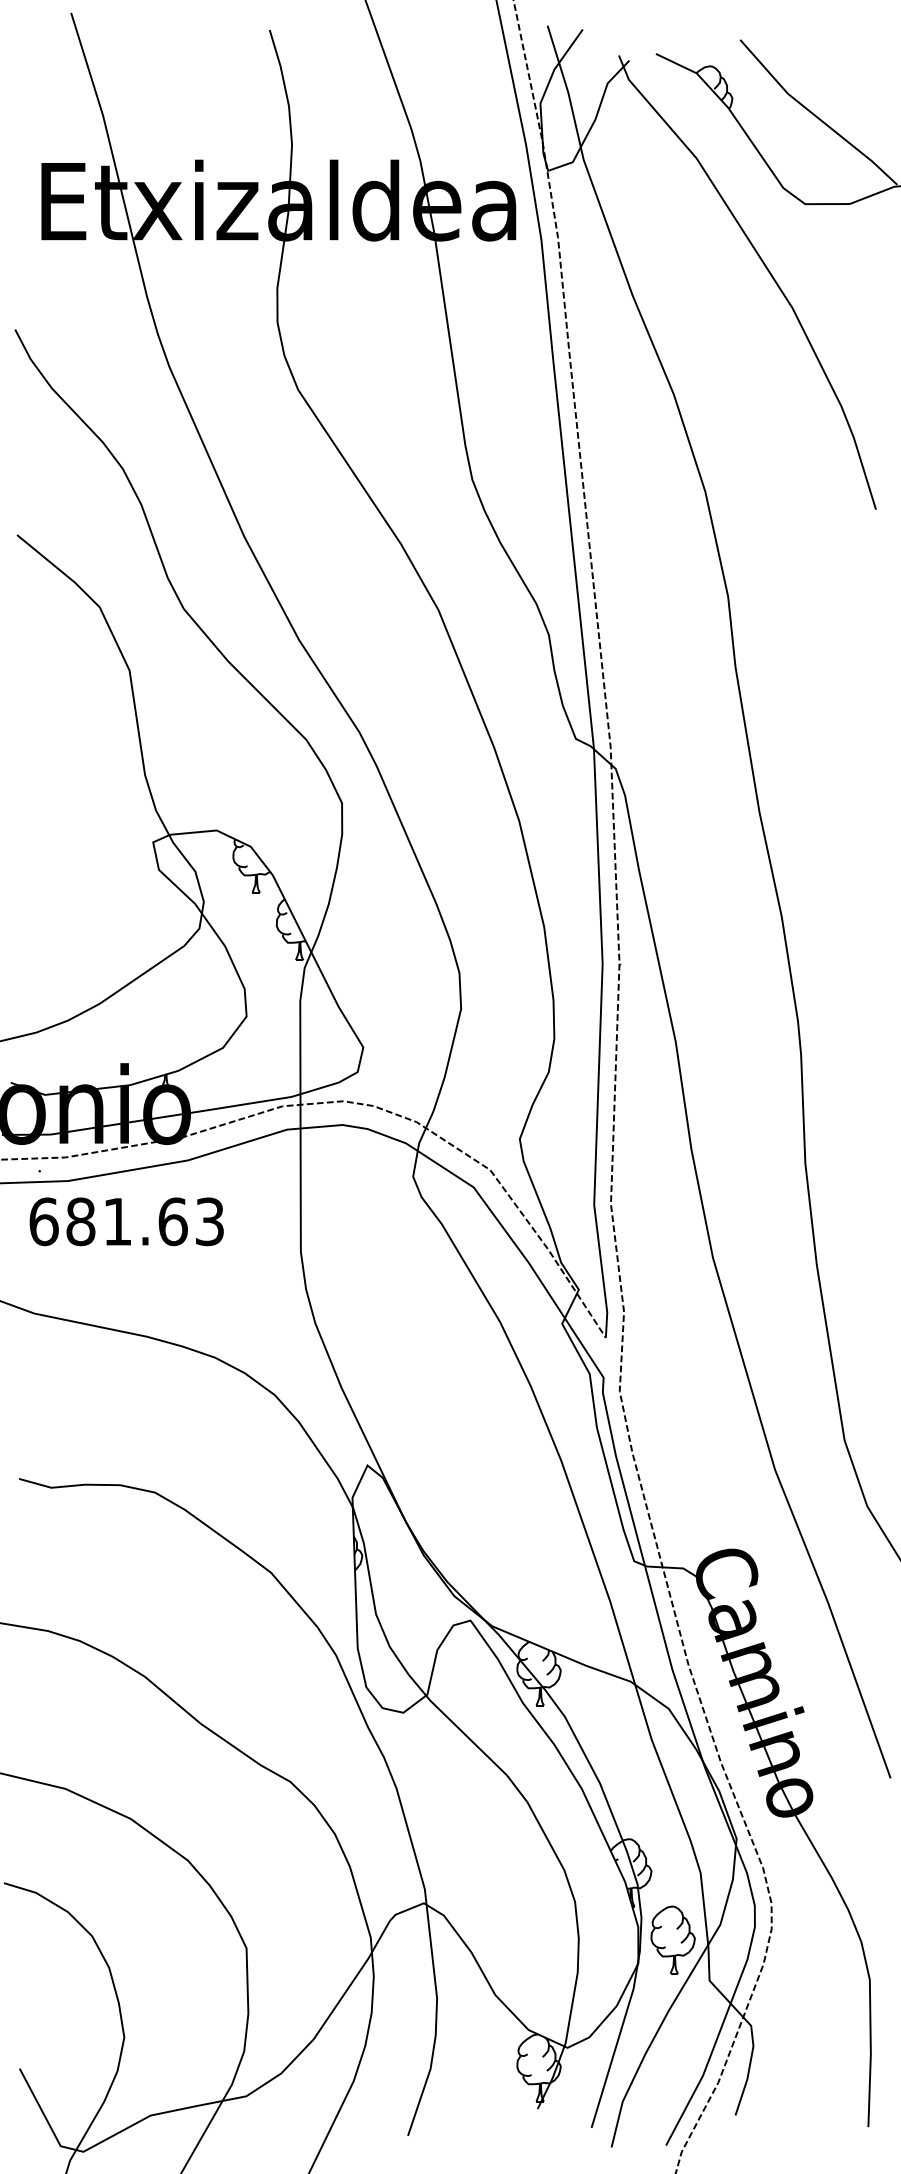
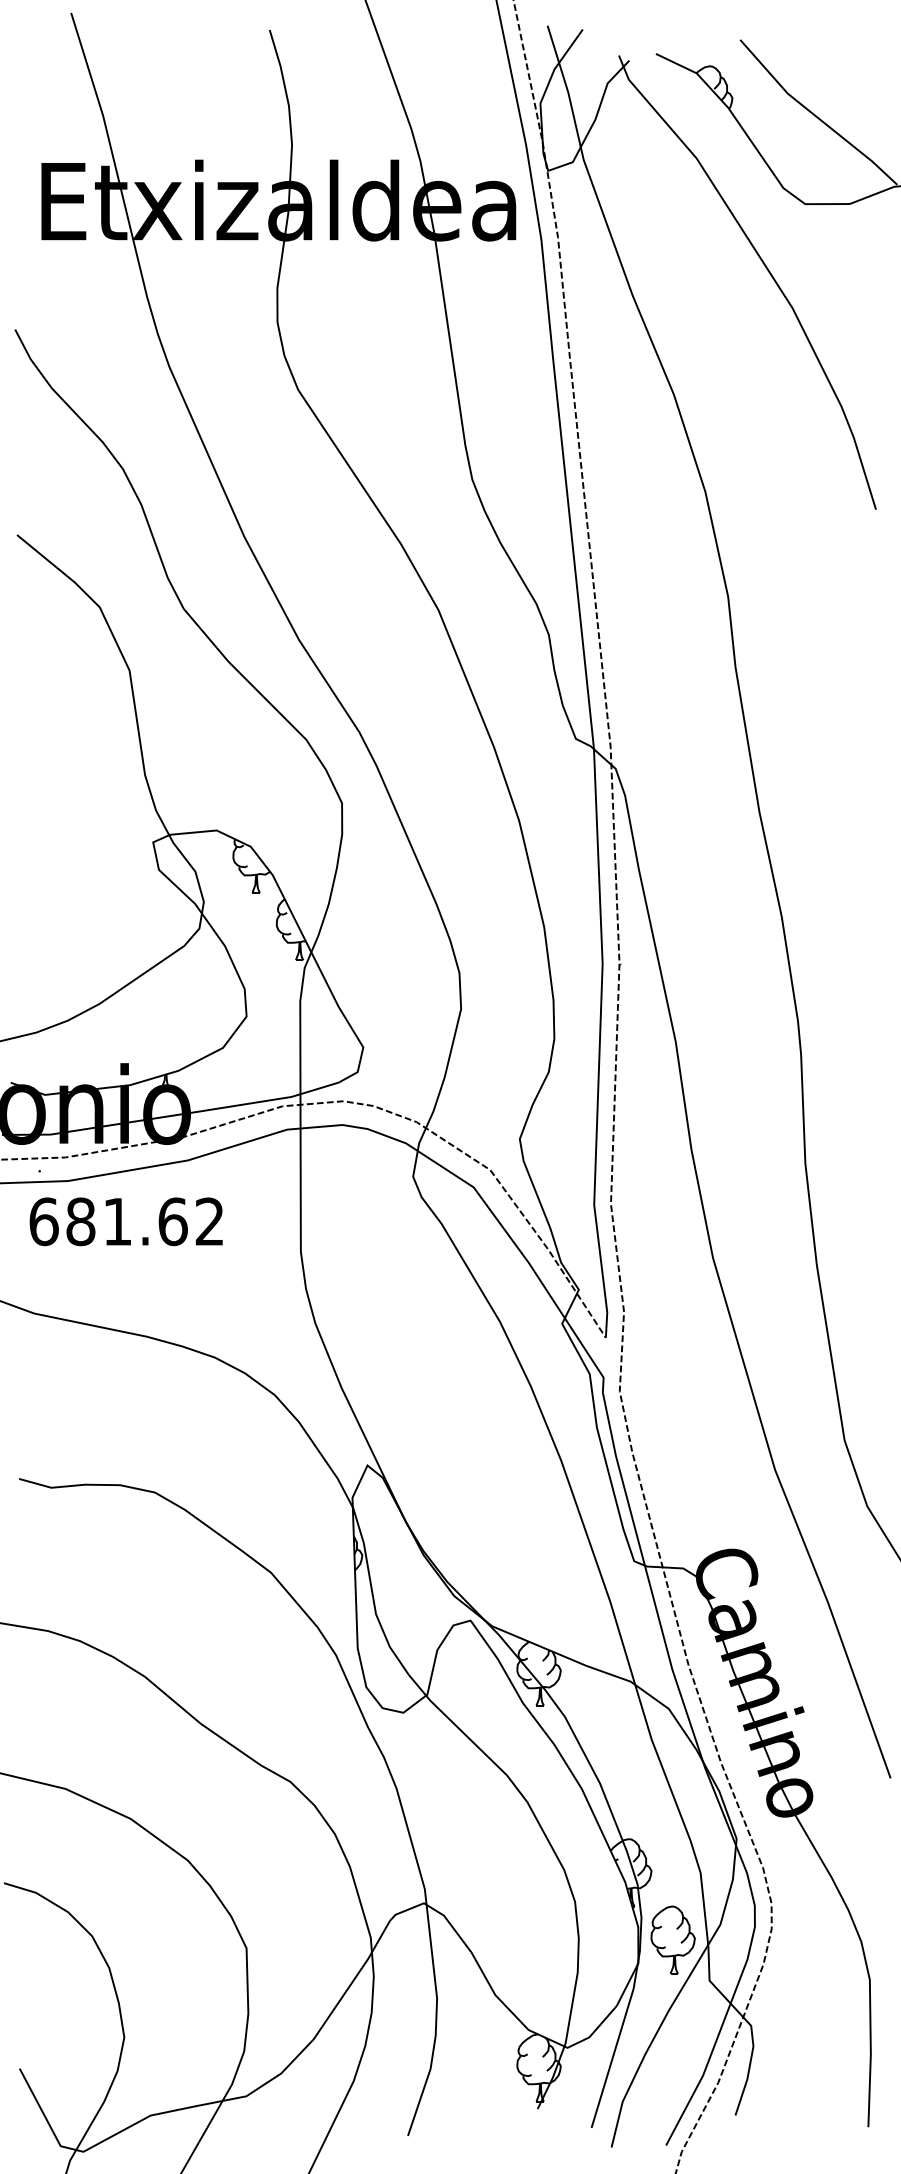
text at (209, 1221): 681.63 -> 681.62
